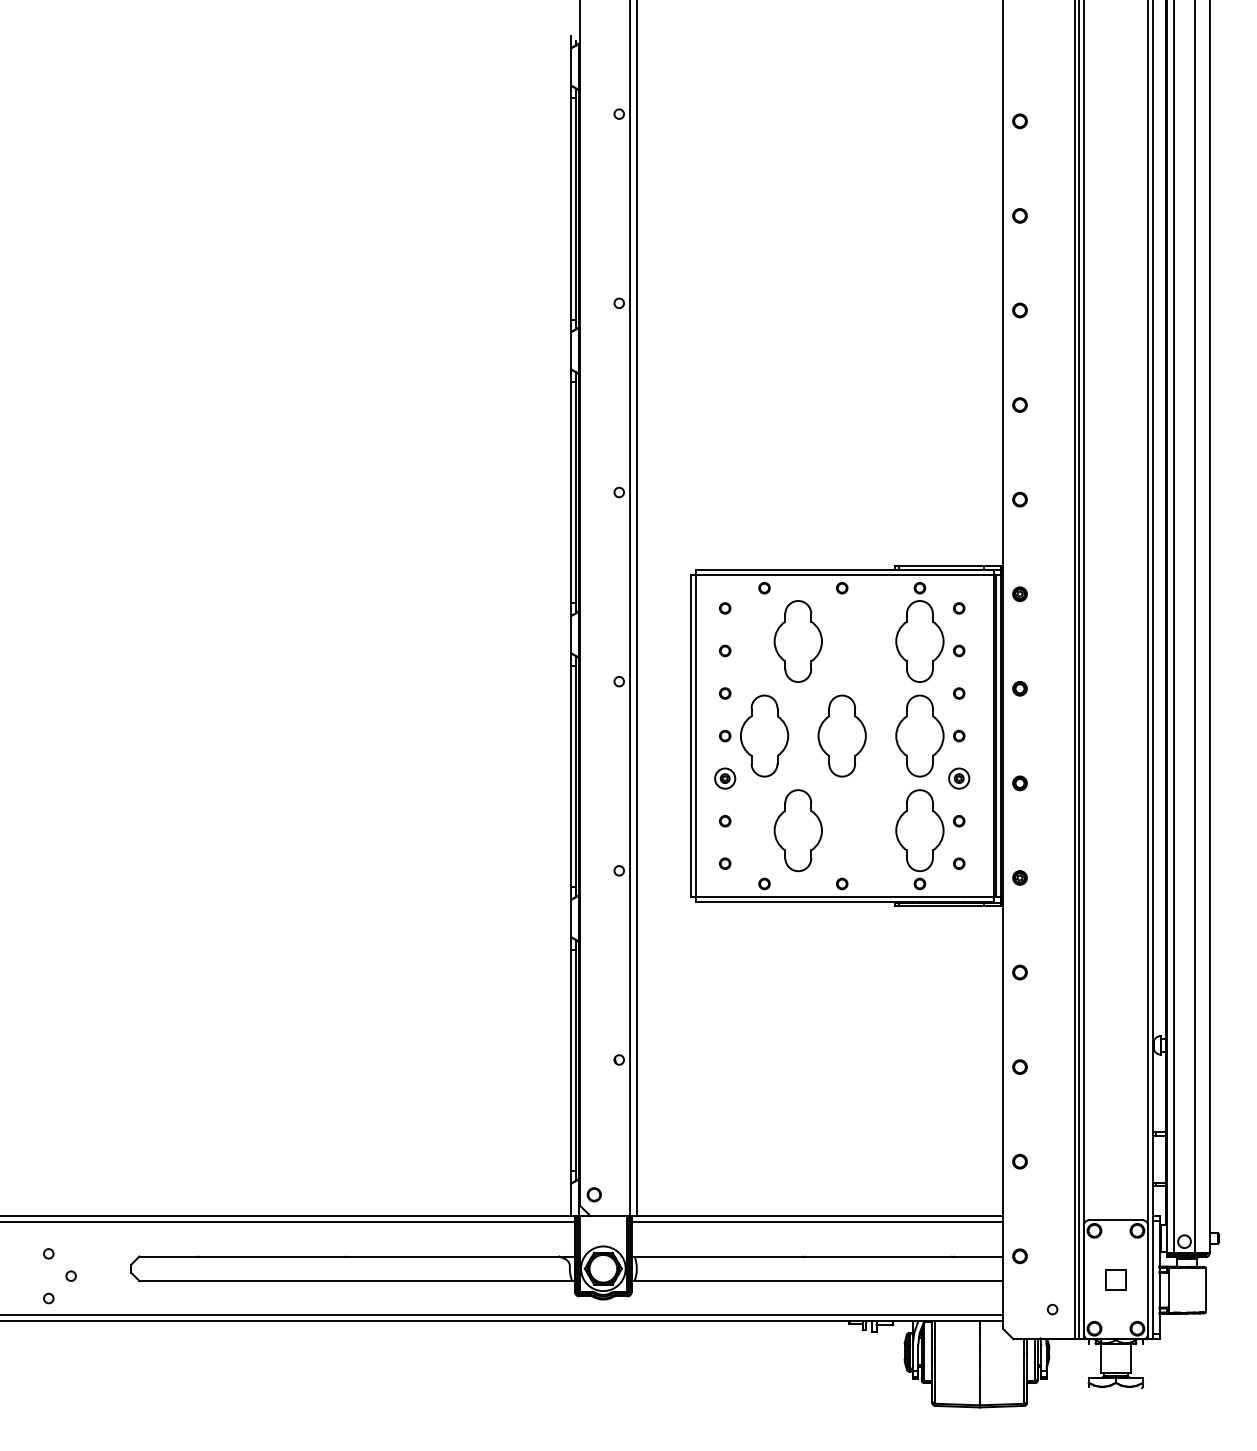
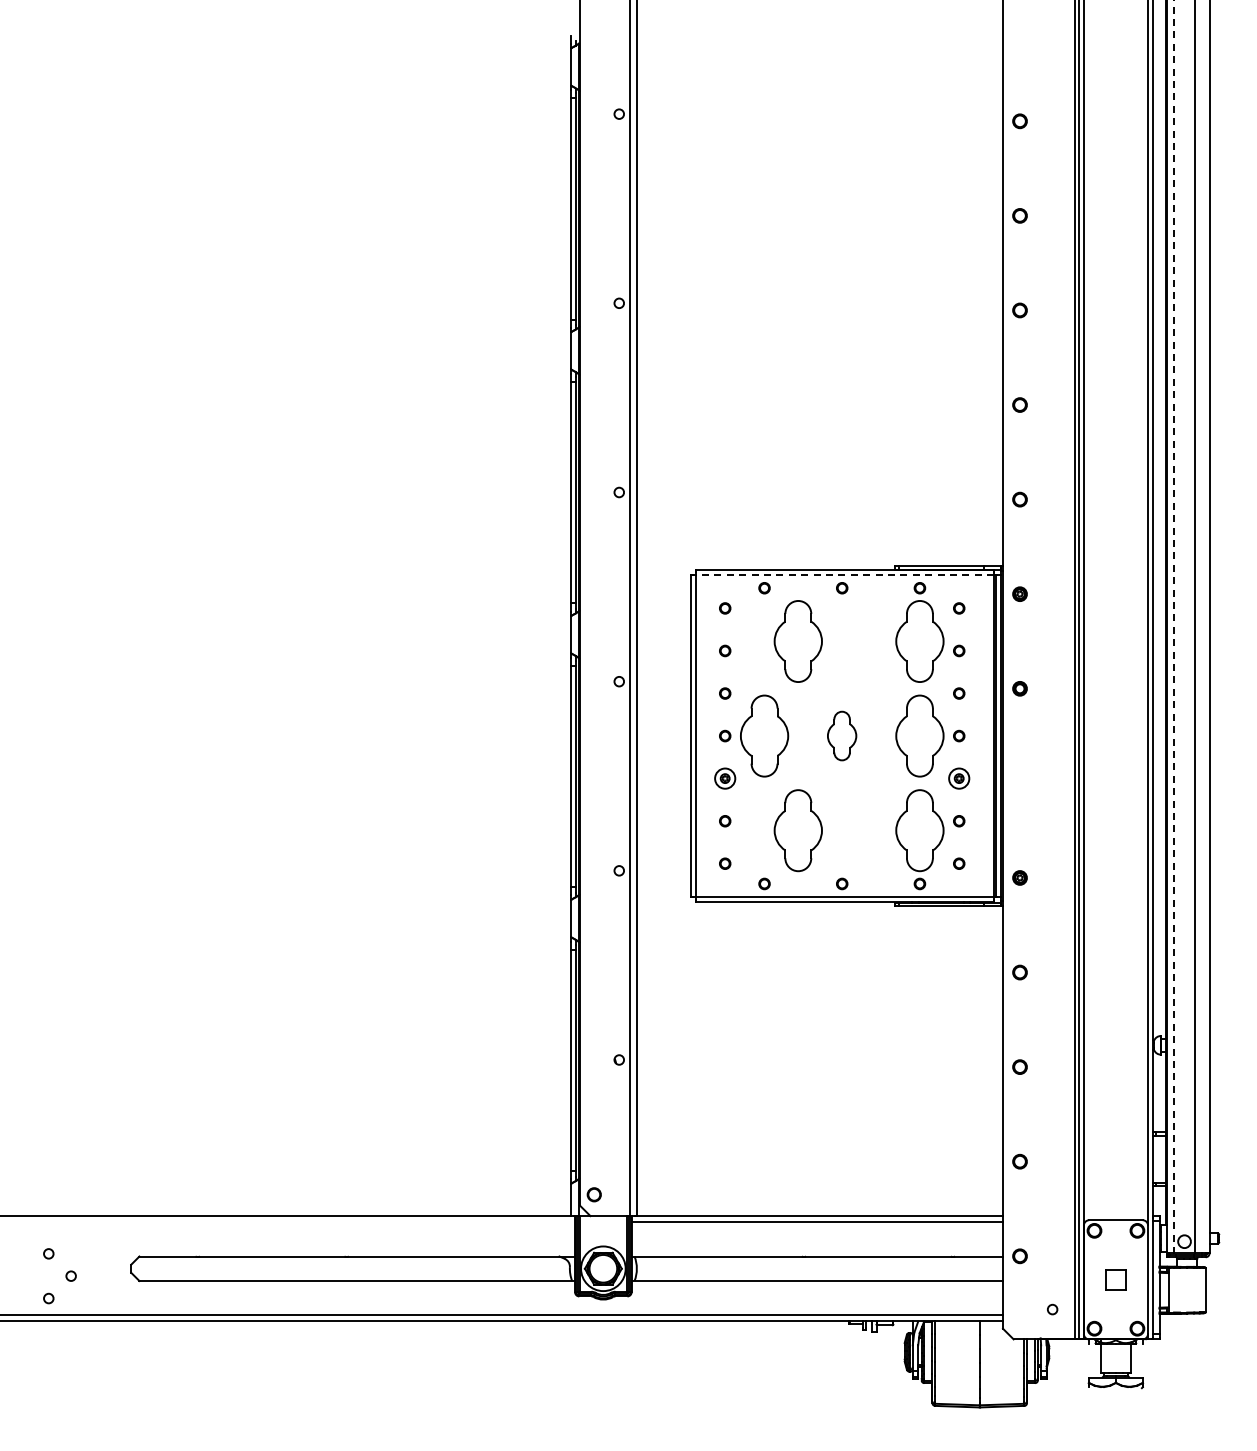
line at (845, 575): solid -> dashed
line at (1174, 627): solid -> dashed
part at (841, 735) size: 50x84 px -> 31x52 px
part at (1019, 783): present -> none
line at (288, 1222): present -> none
